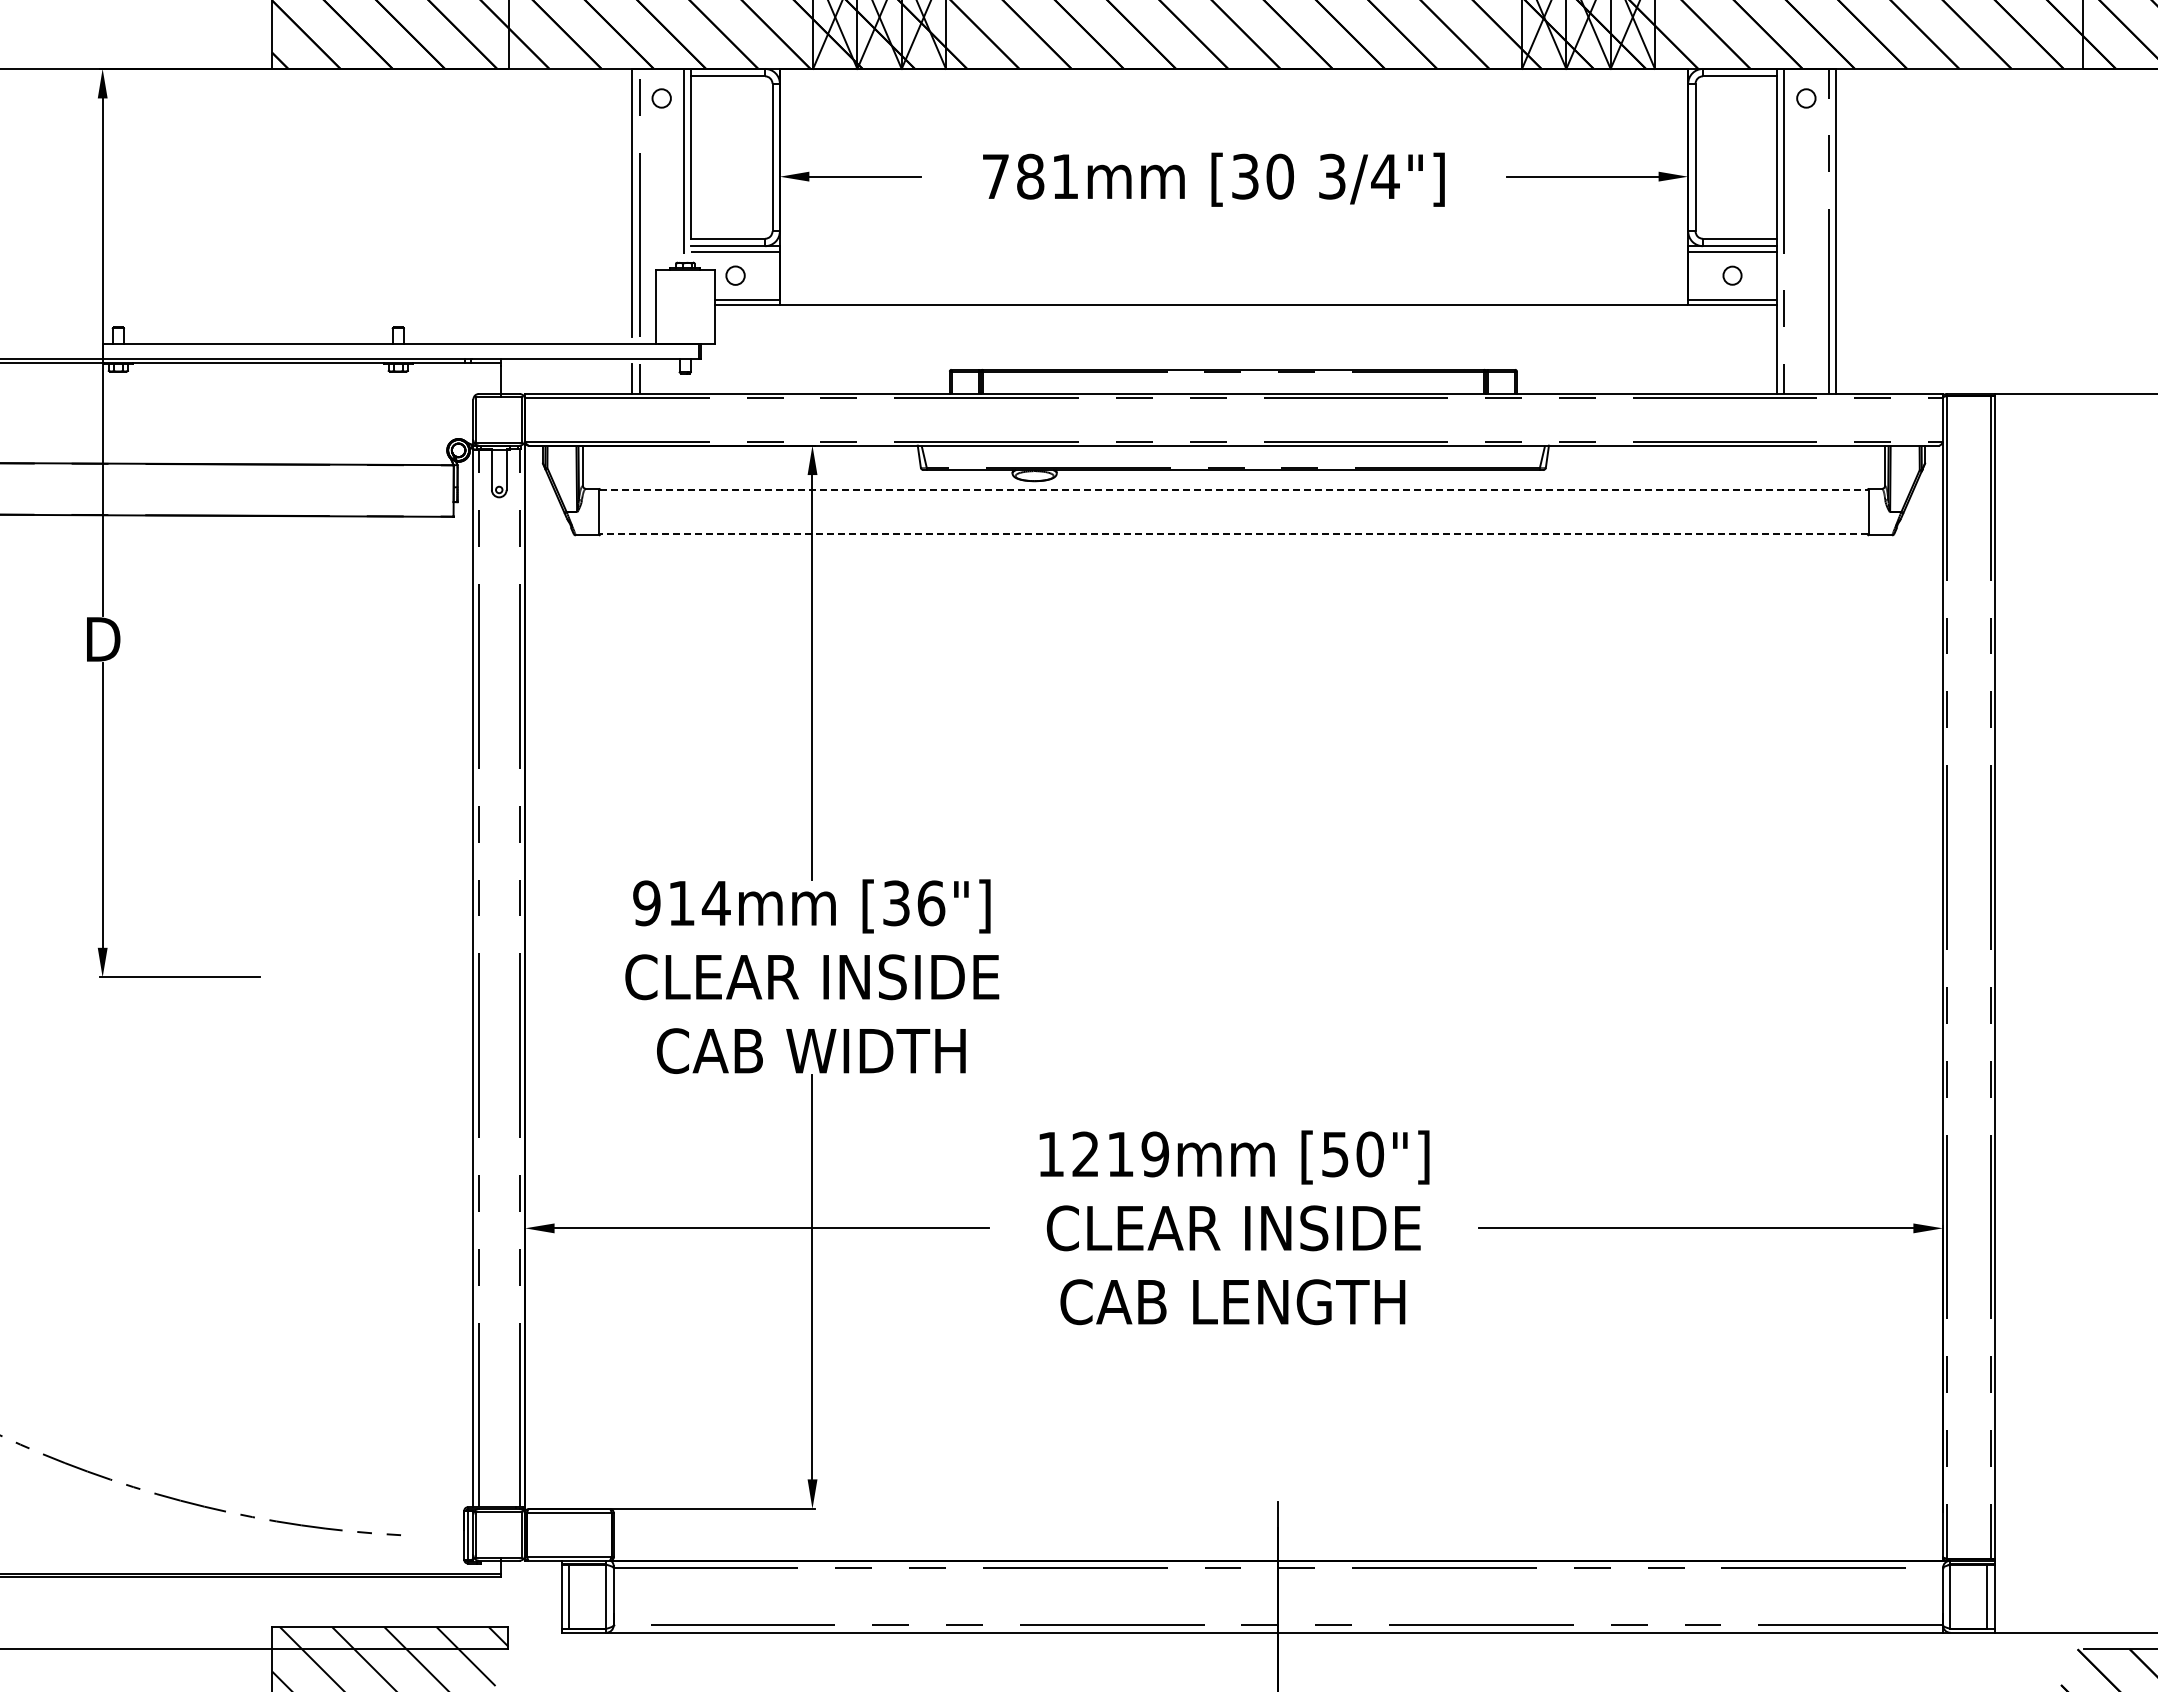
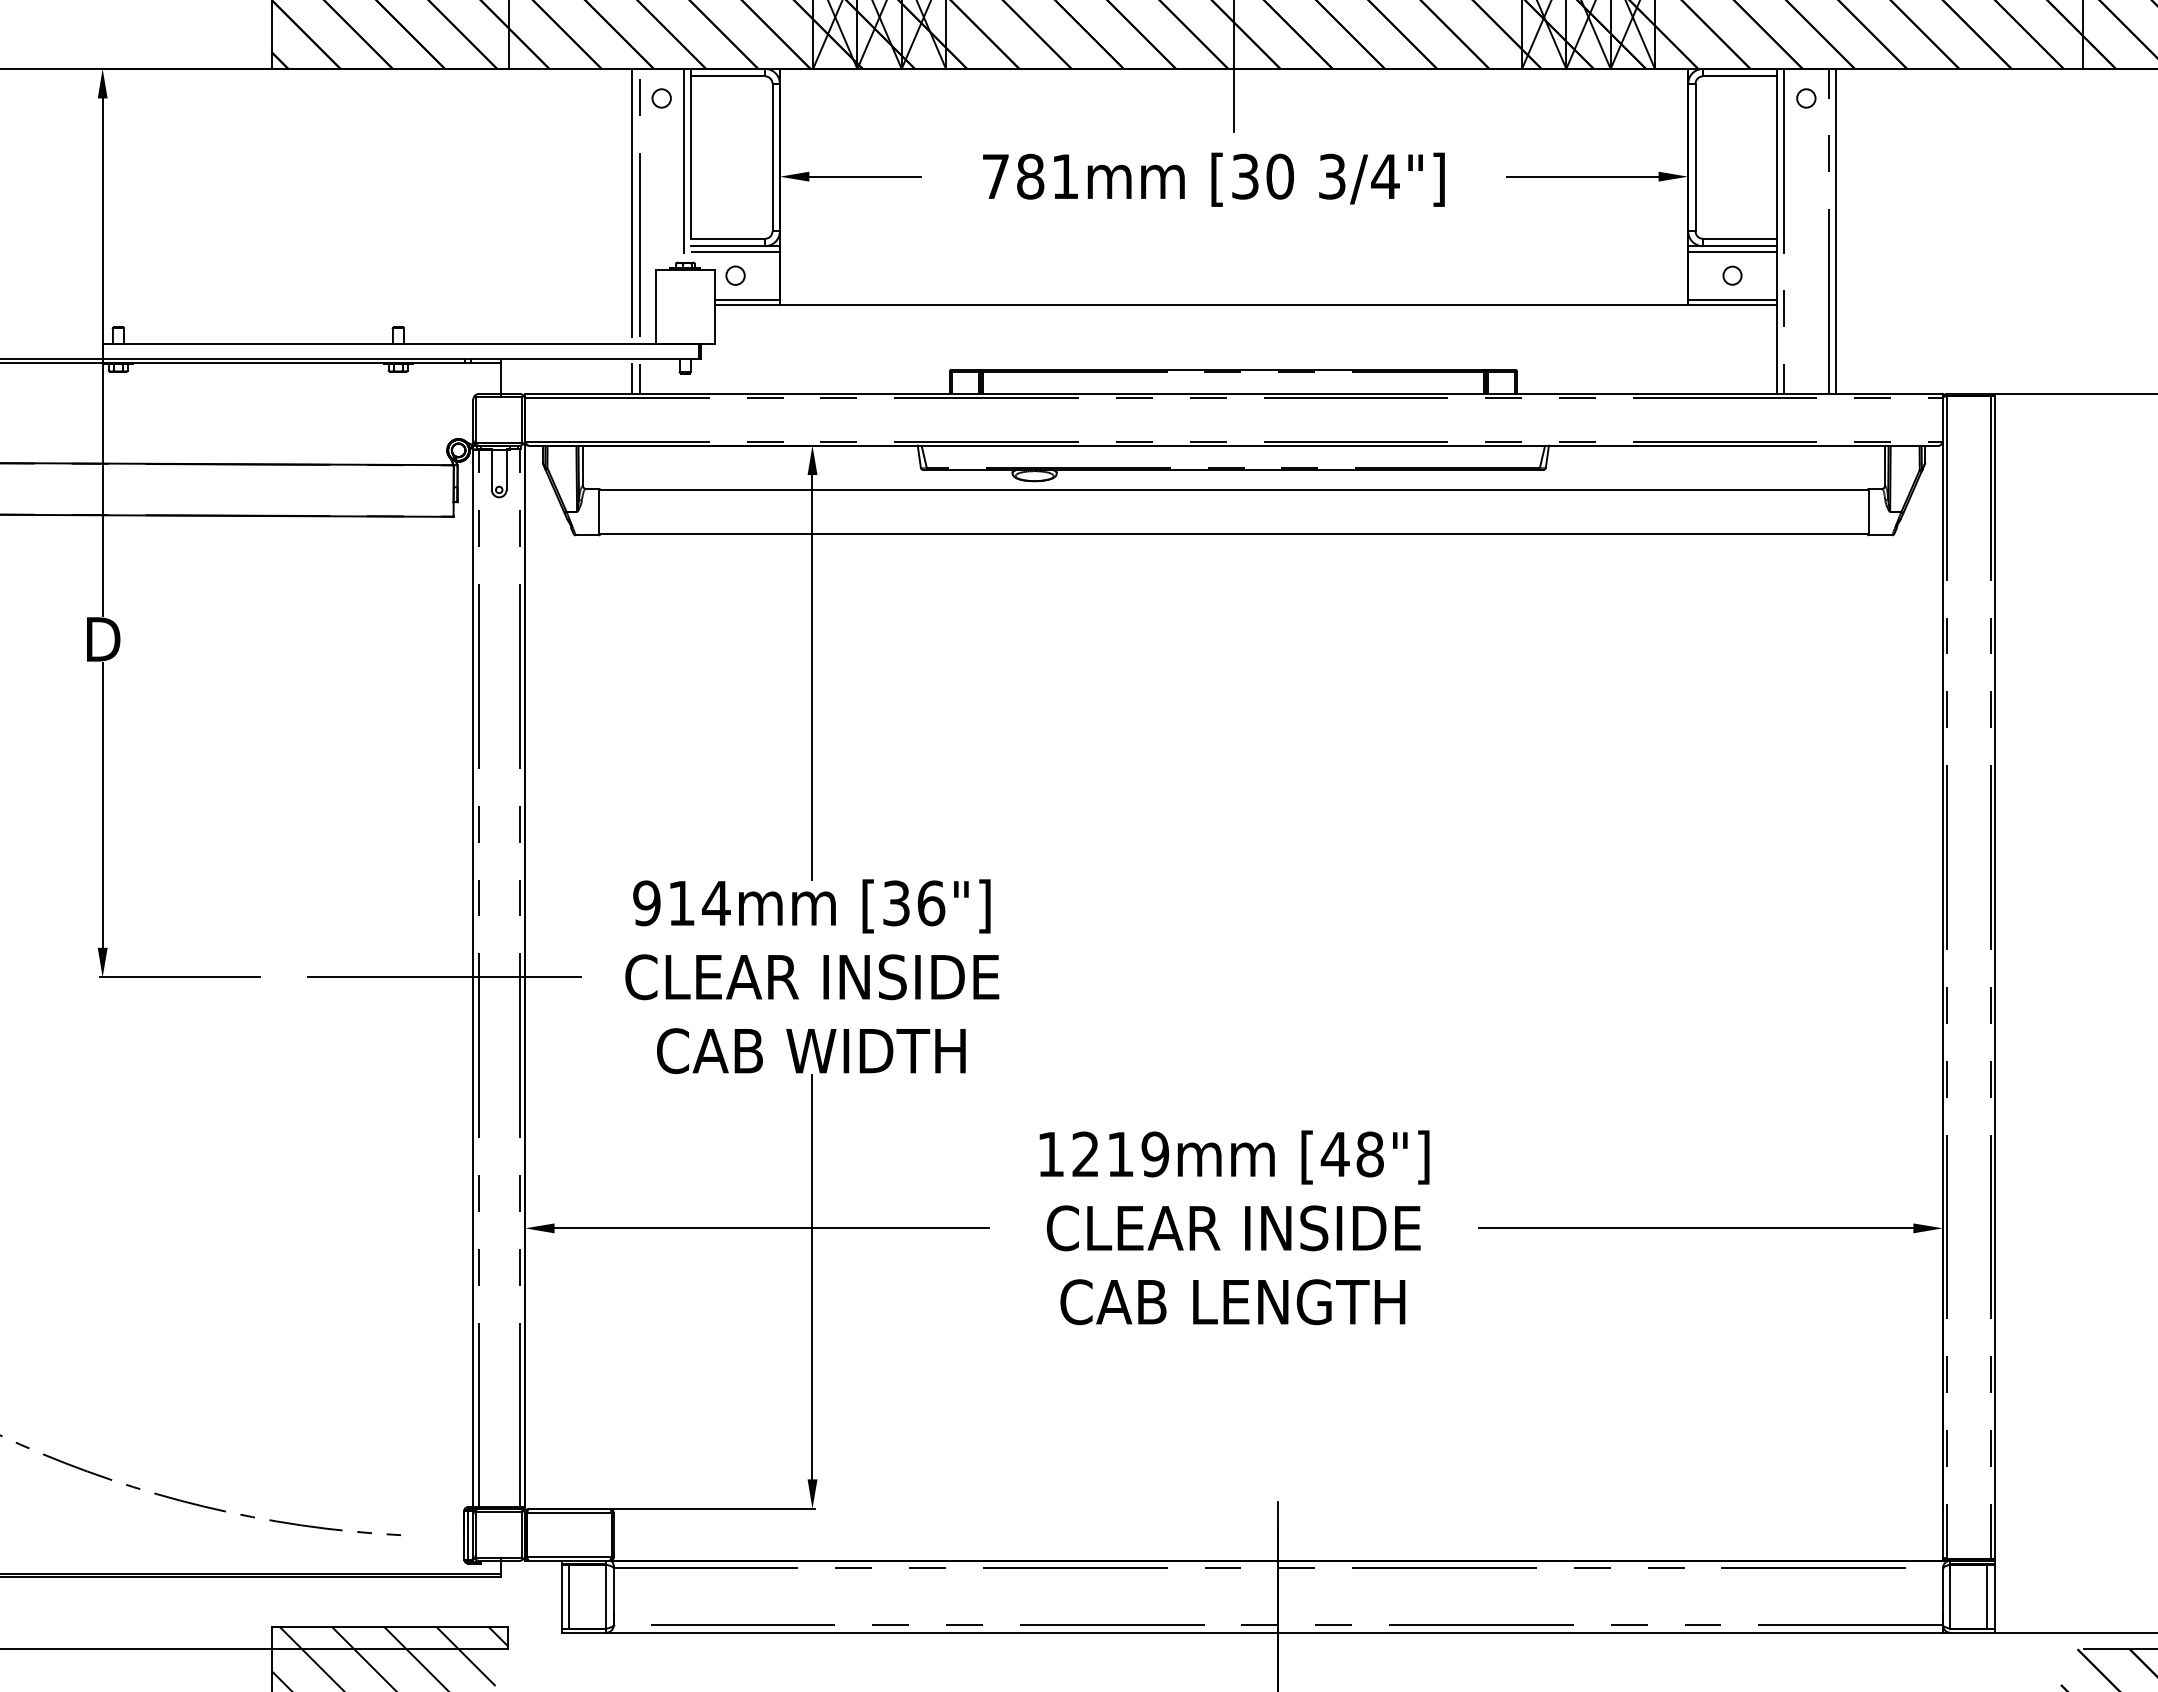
line at (1234, 67): none -> present
line at (1234, 489): dashed -> solid
line at (1234, 534): dashed -> solid
line at (444, 977): none -> present
text at (1351, 1154): [50"] -> [48"]
